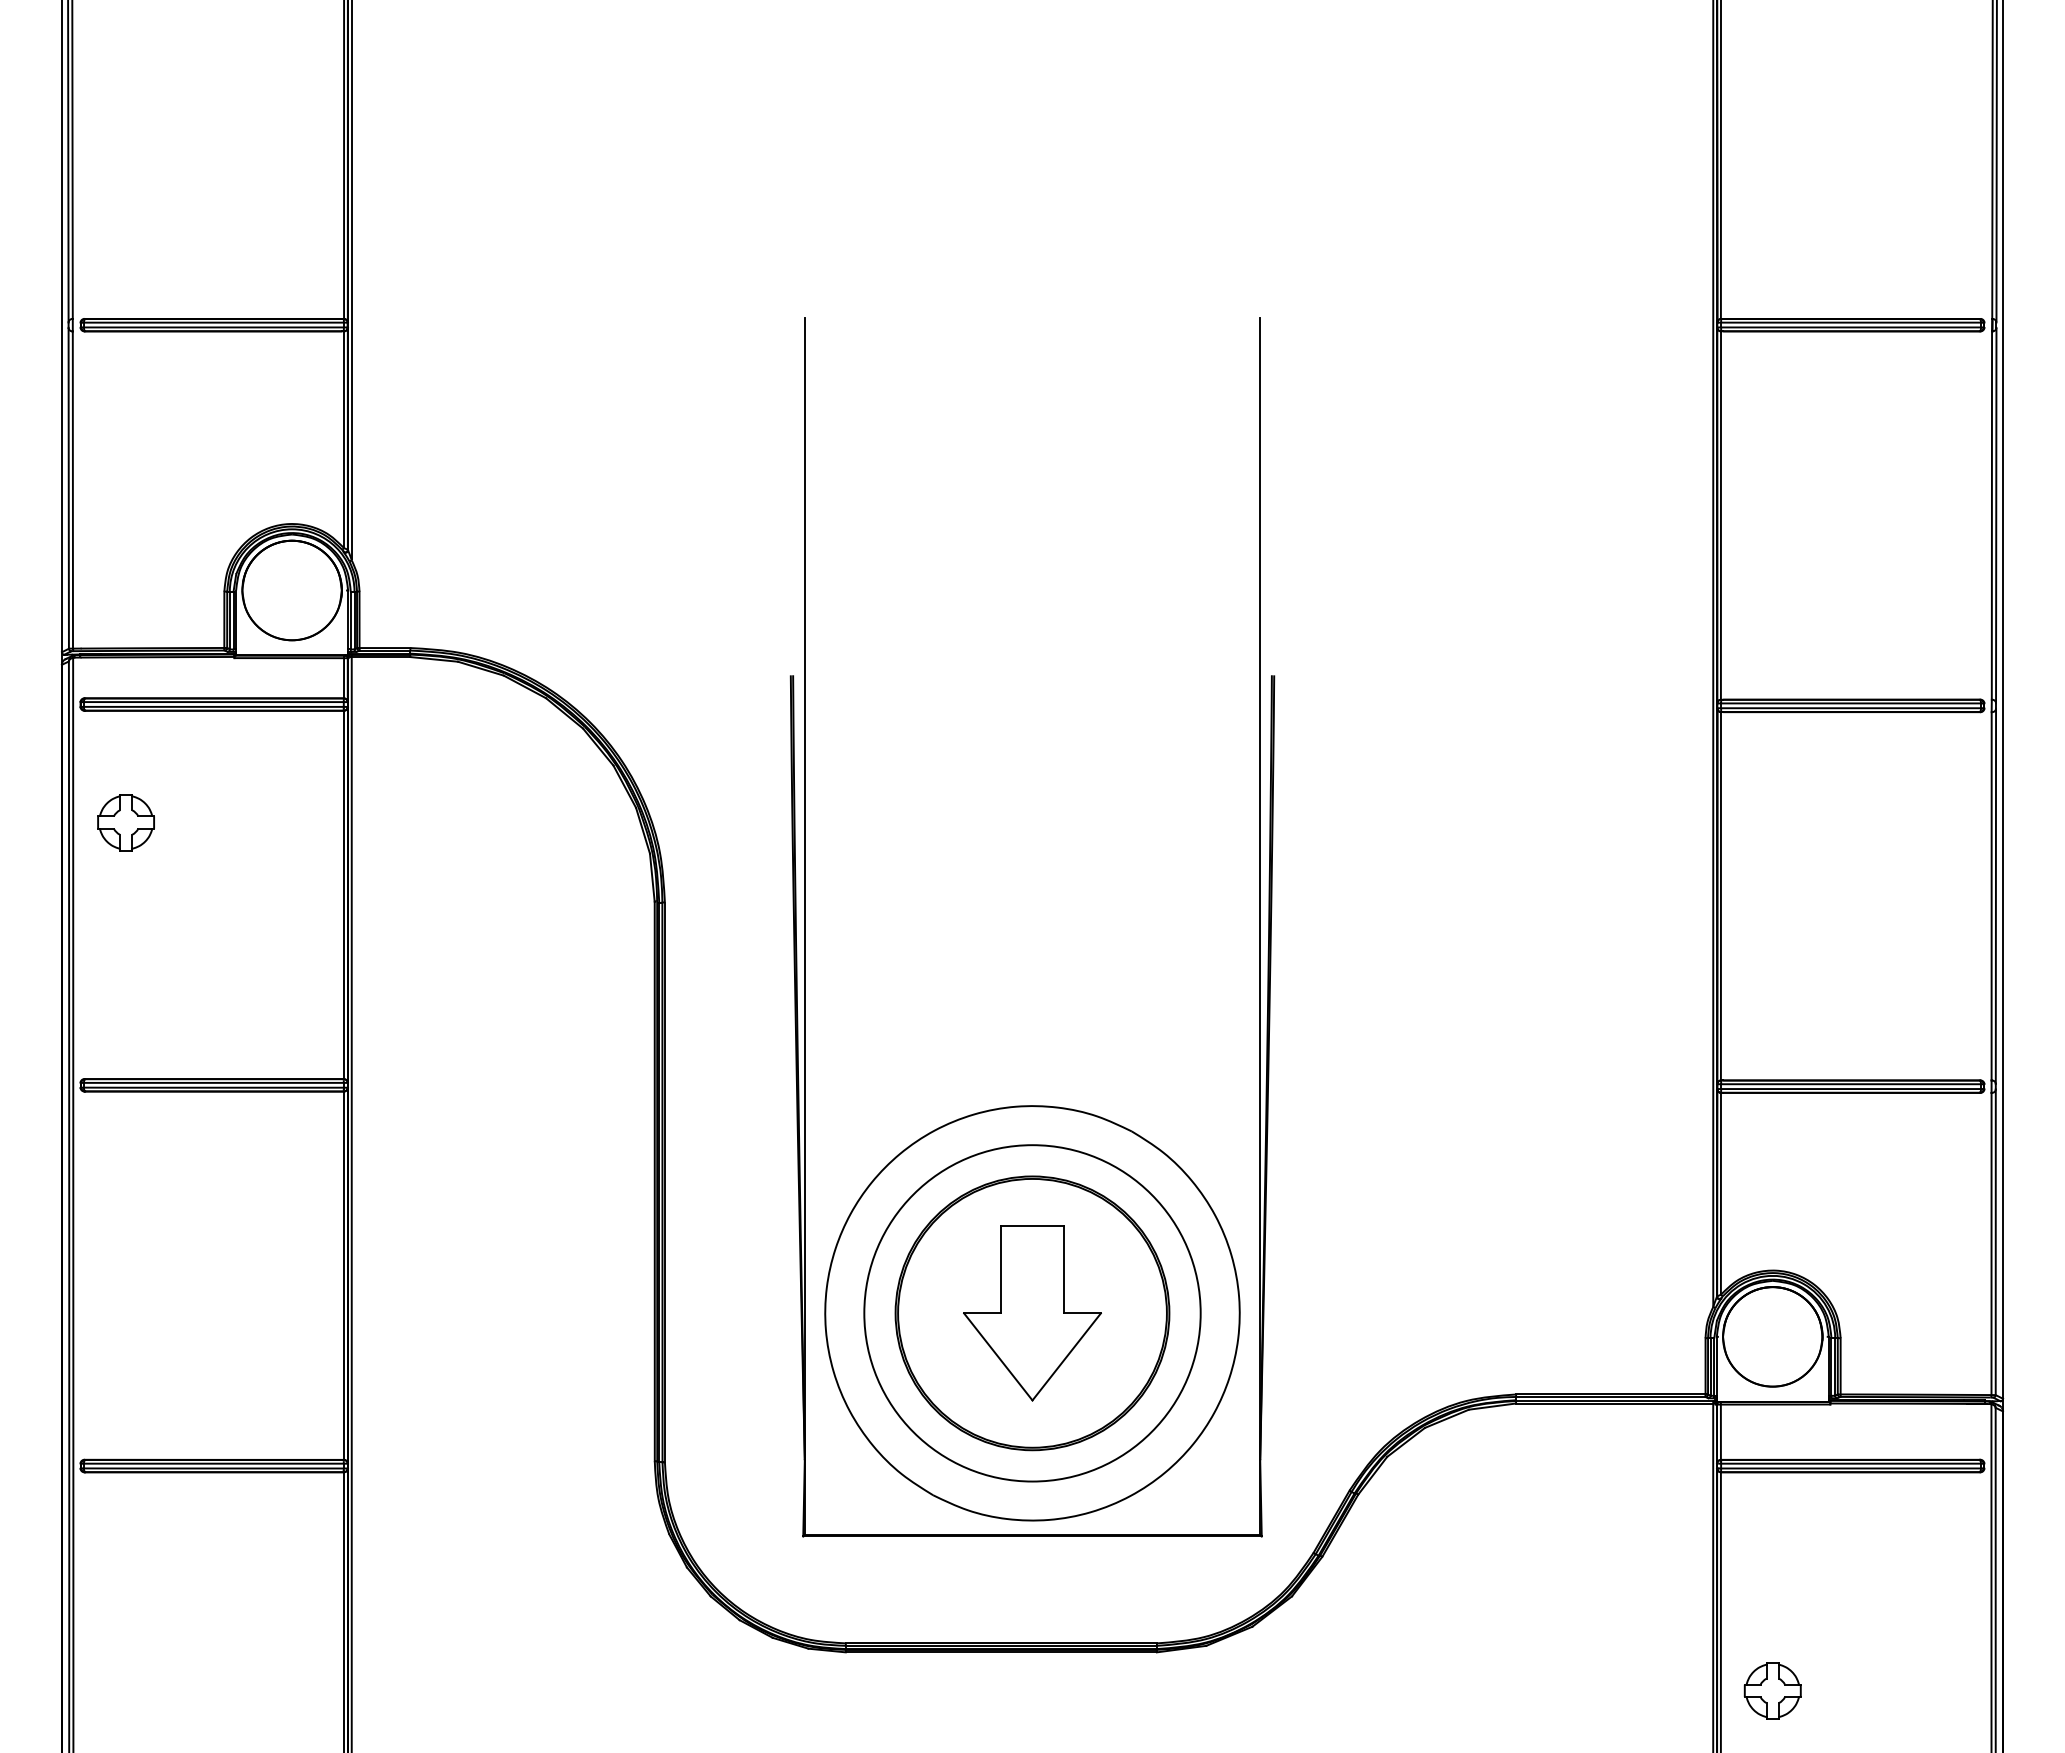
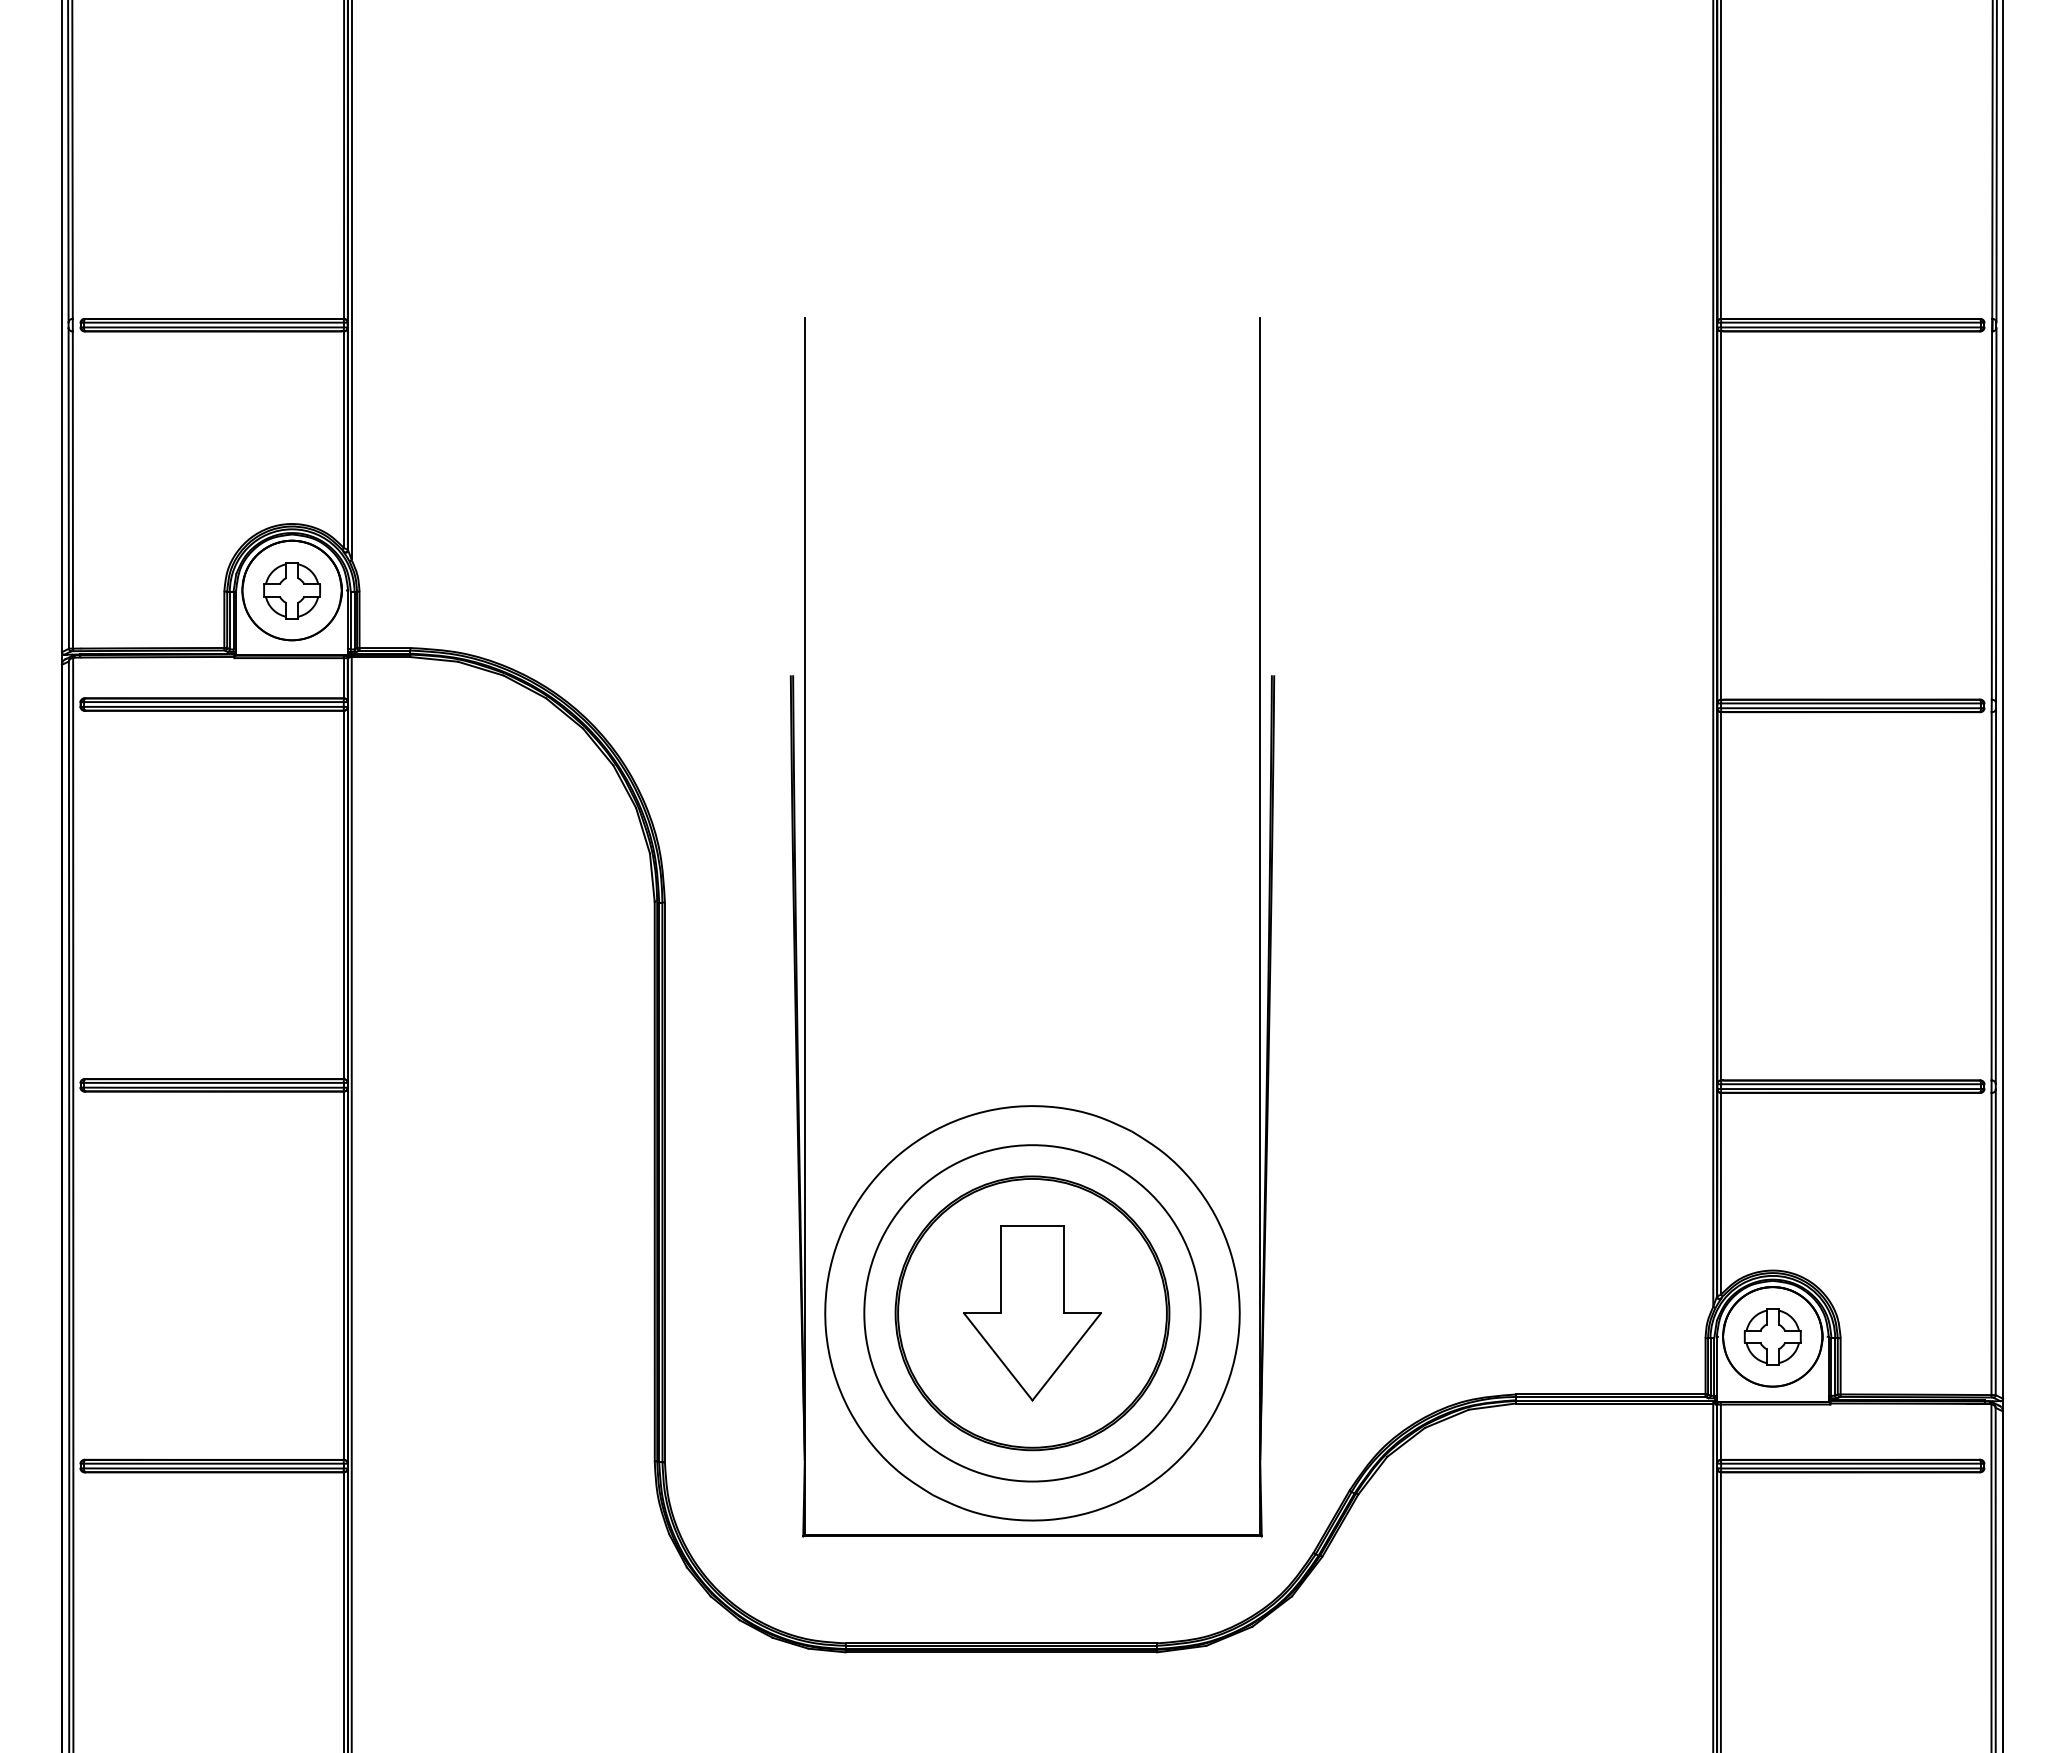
part at (125, 822) position: (125, 822) -> (291, 590)
part at (1772, 1690) position: (1772, 1690) -> (1772, 1336)
